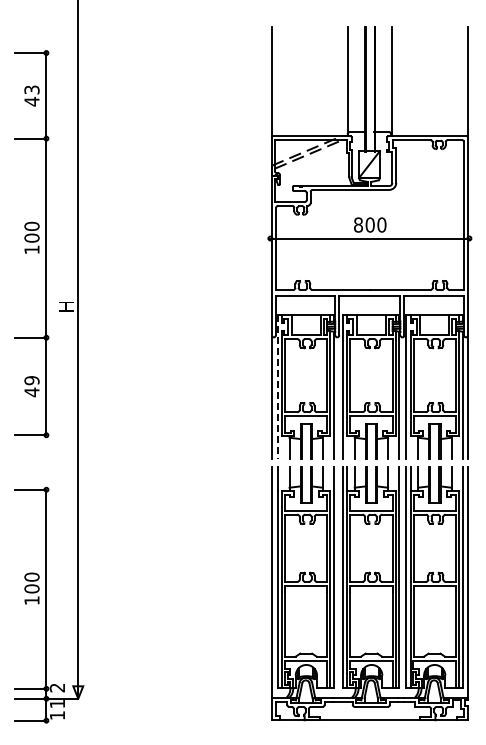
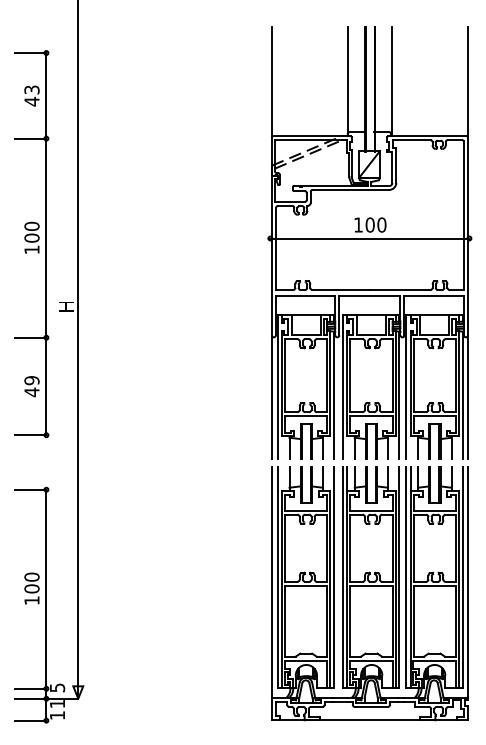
text at (358, 224): 800 -> 100
line at (277, 387): dashed -> solid
text at (57, 687): 2 -> 5
